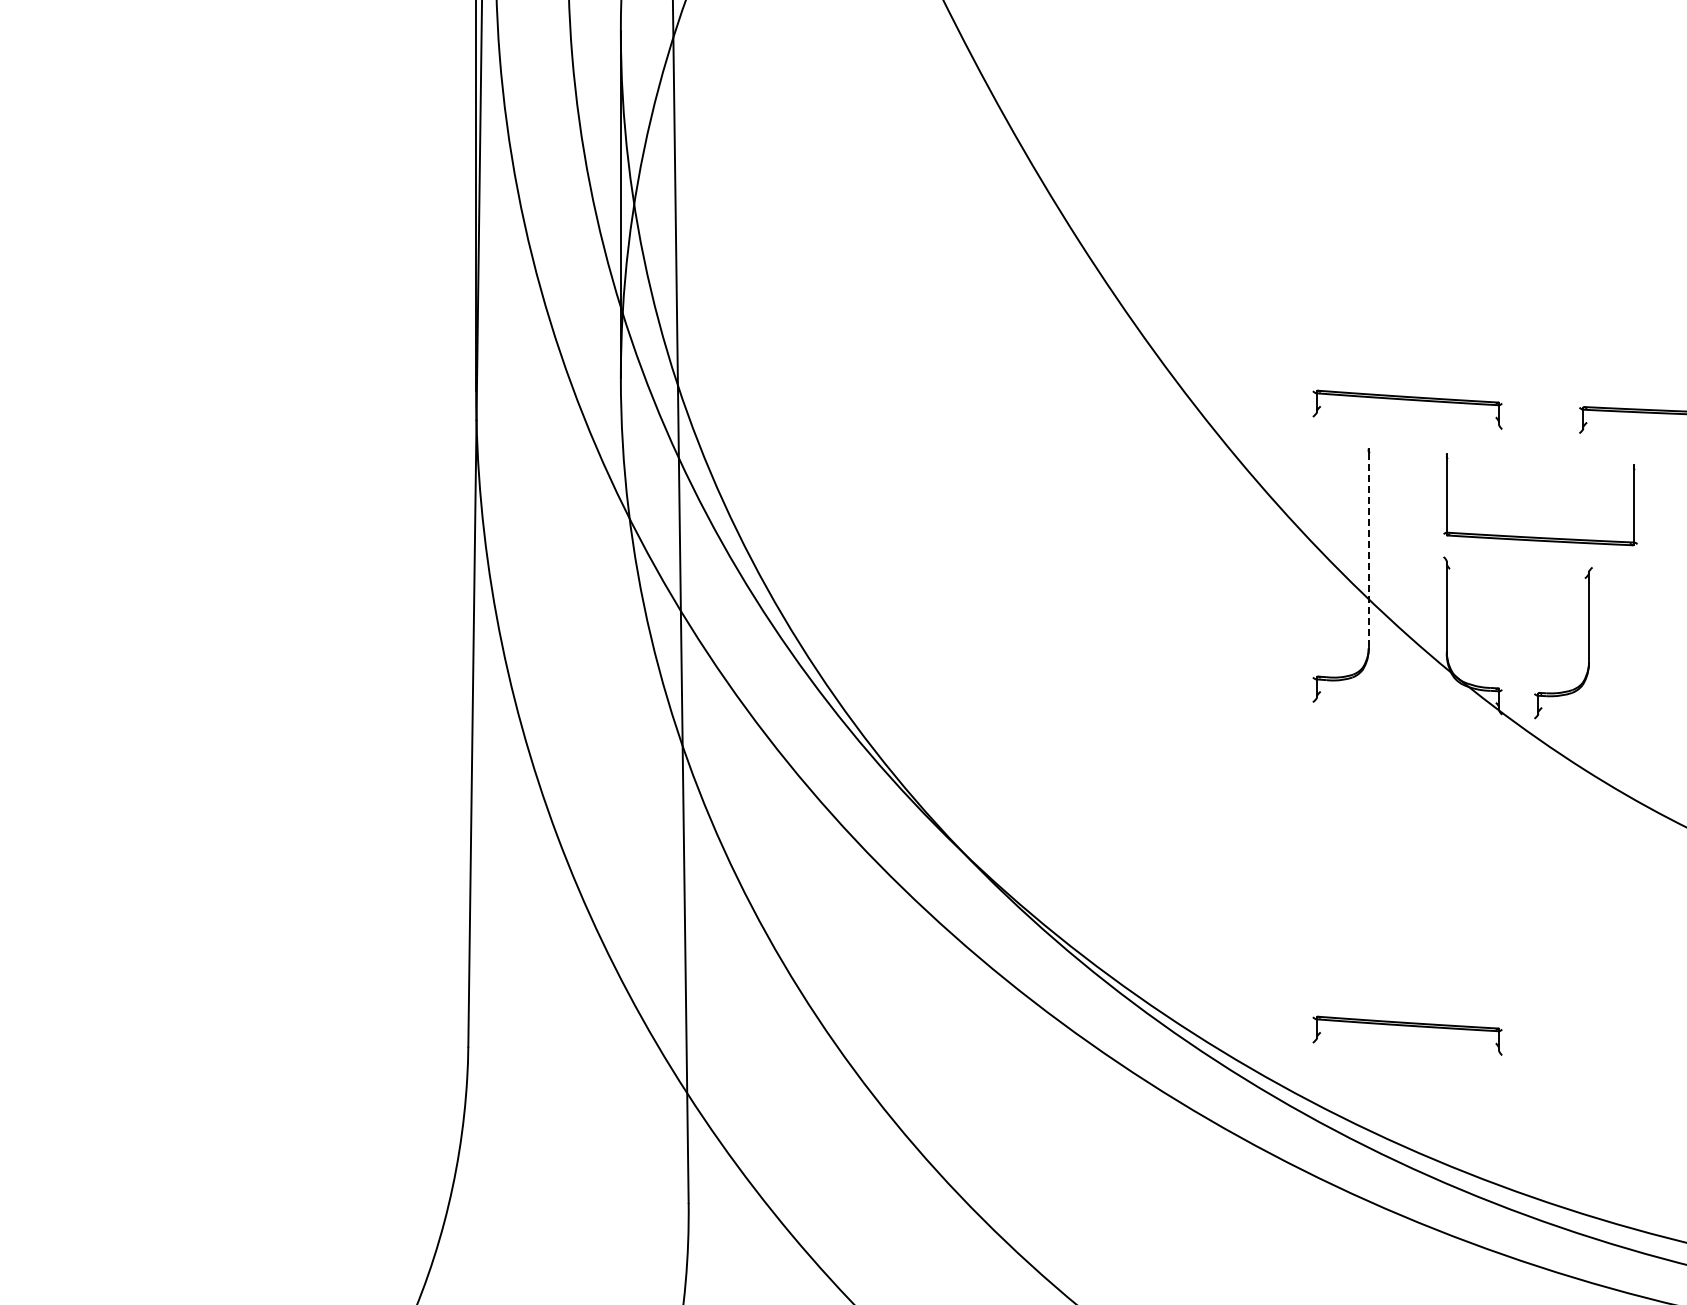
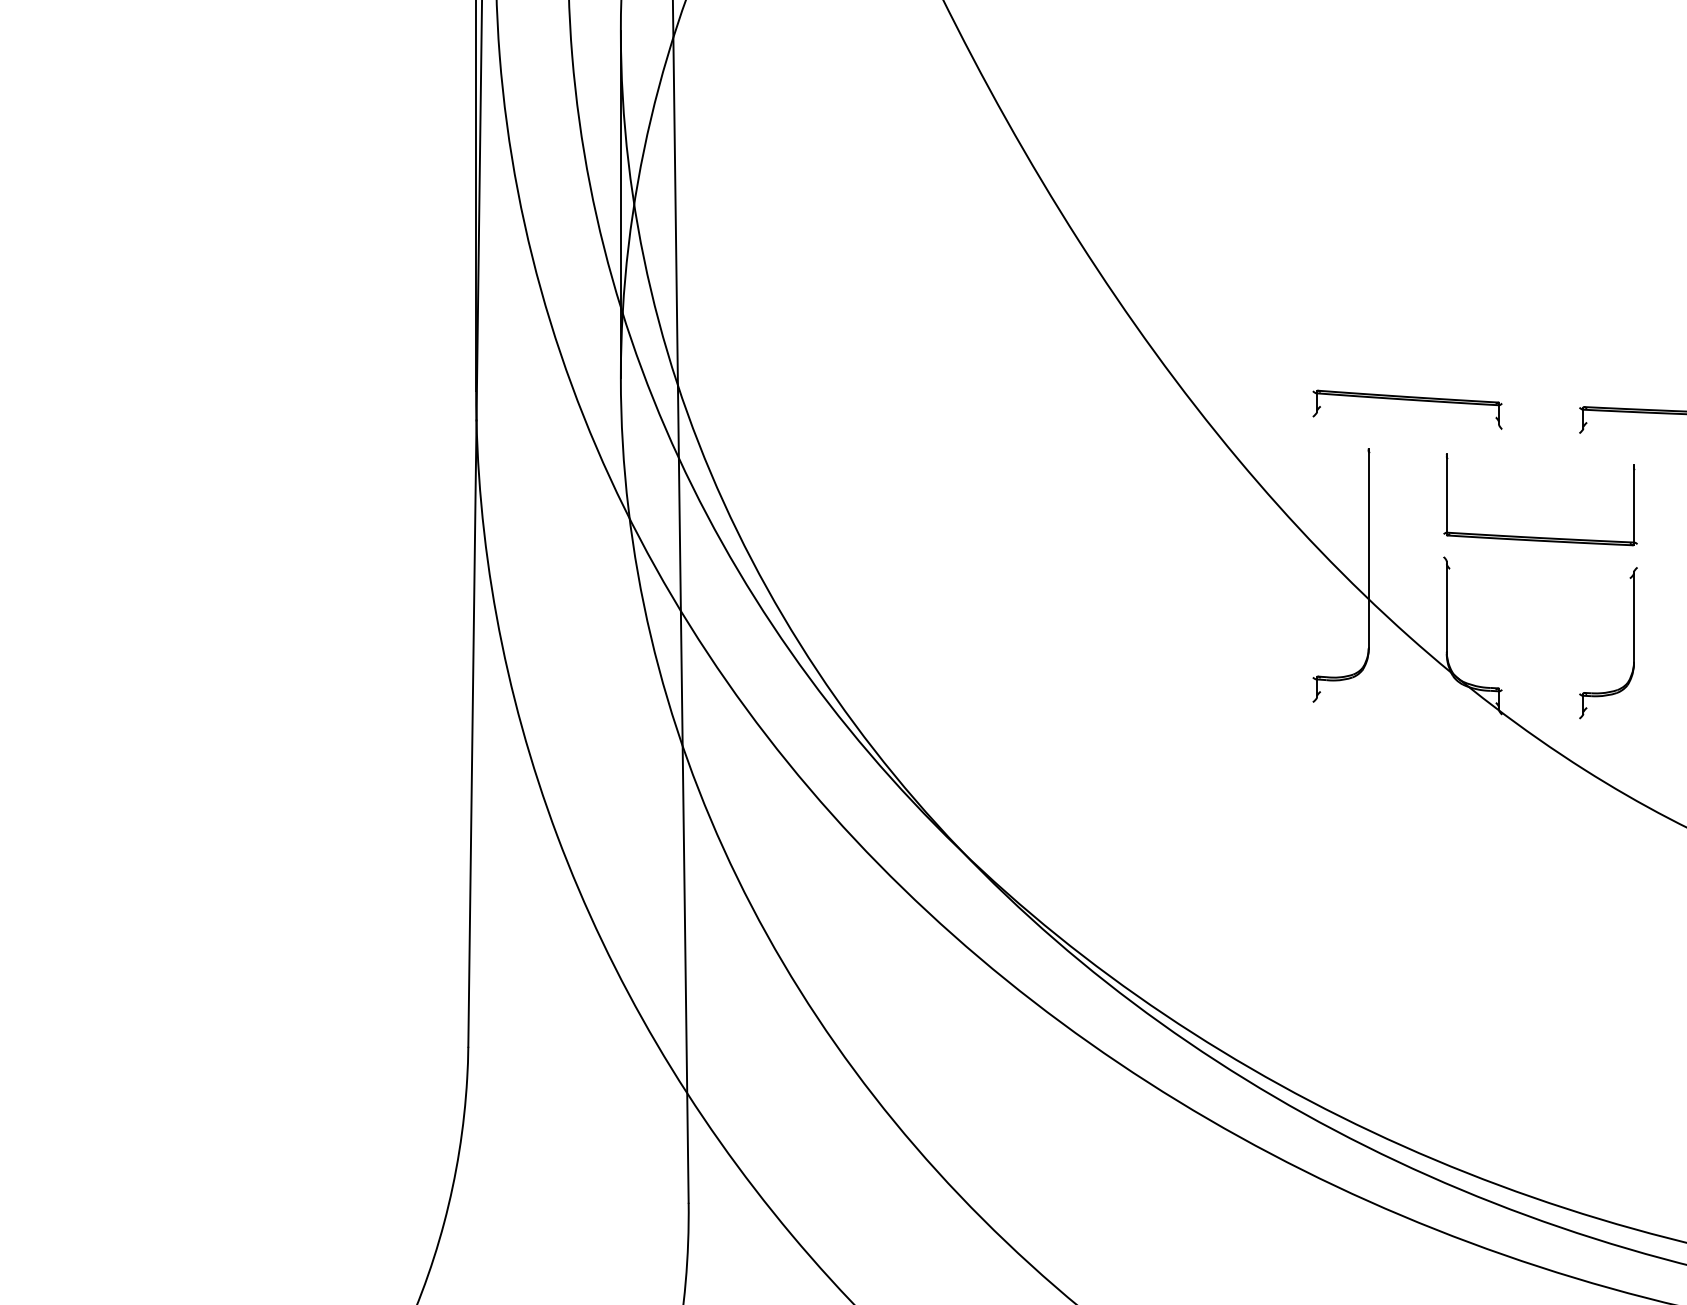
line at (1368, 549): dashed -> solid
part at (1588, 643) position: (1588, 643) -> (1633, 643)
part at (1407, 1026): present -> none
